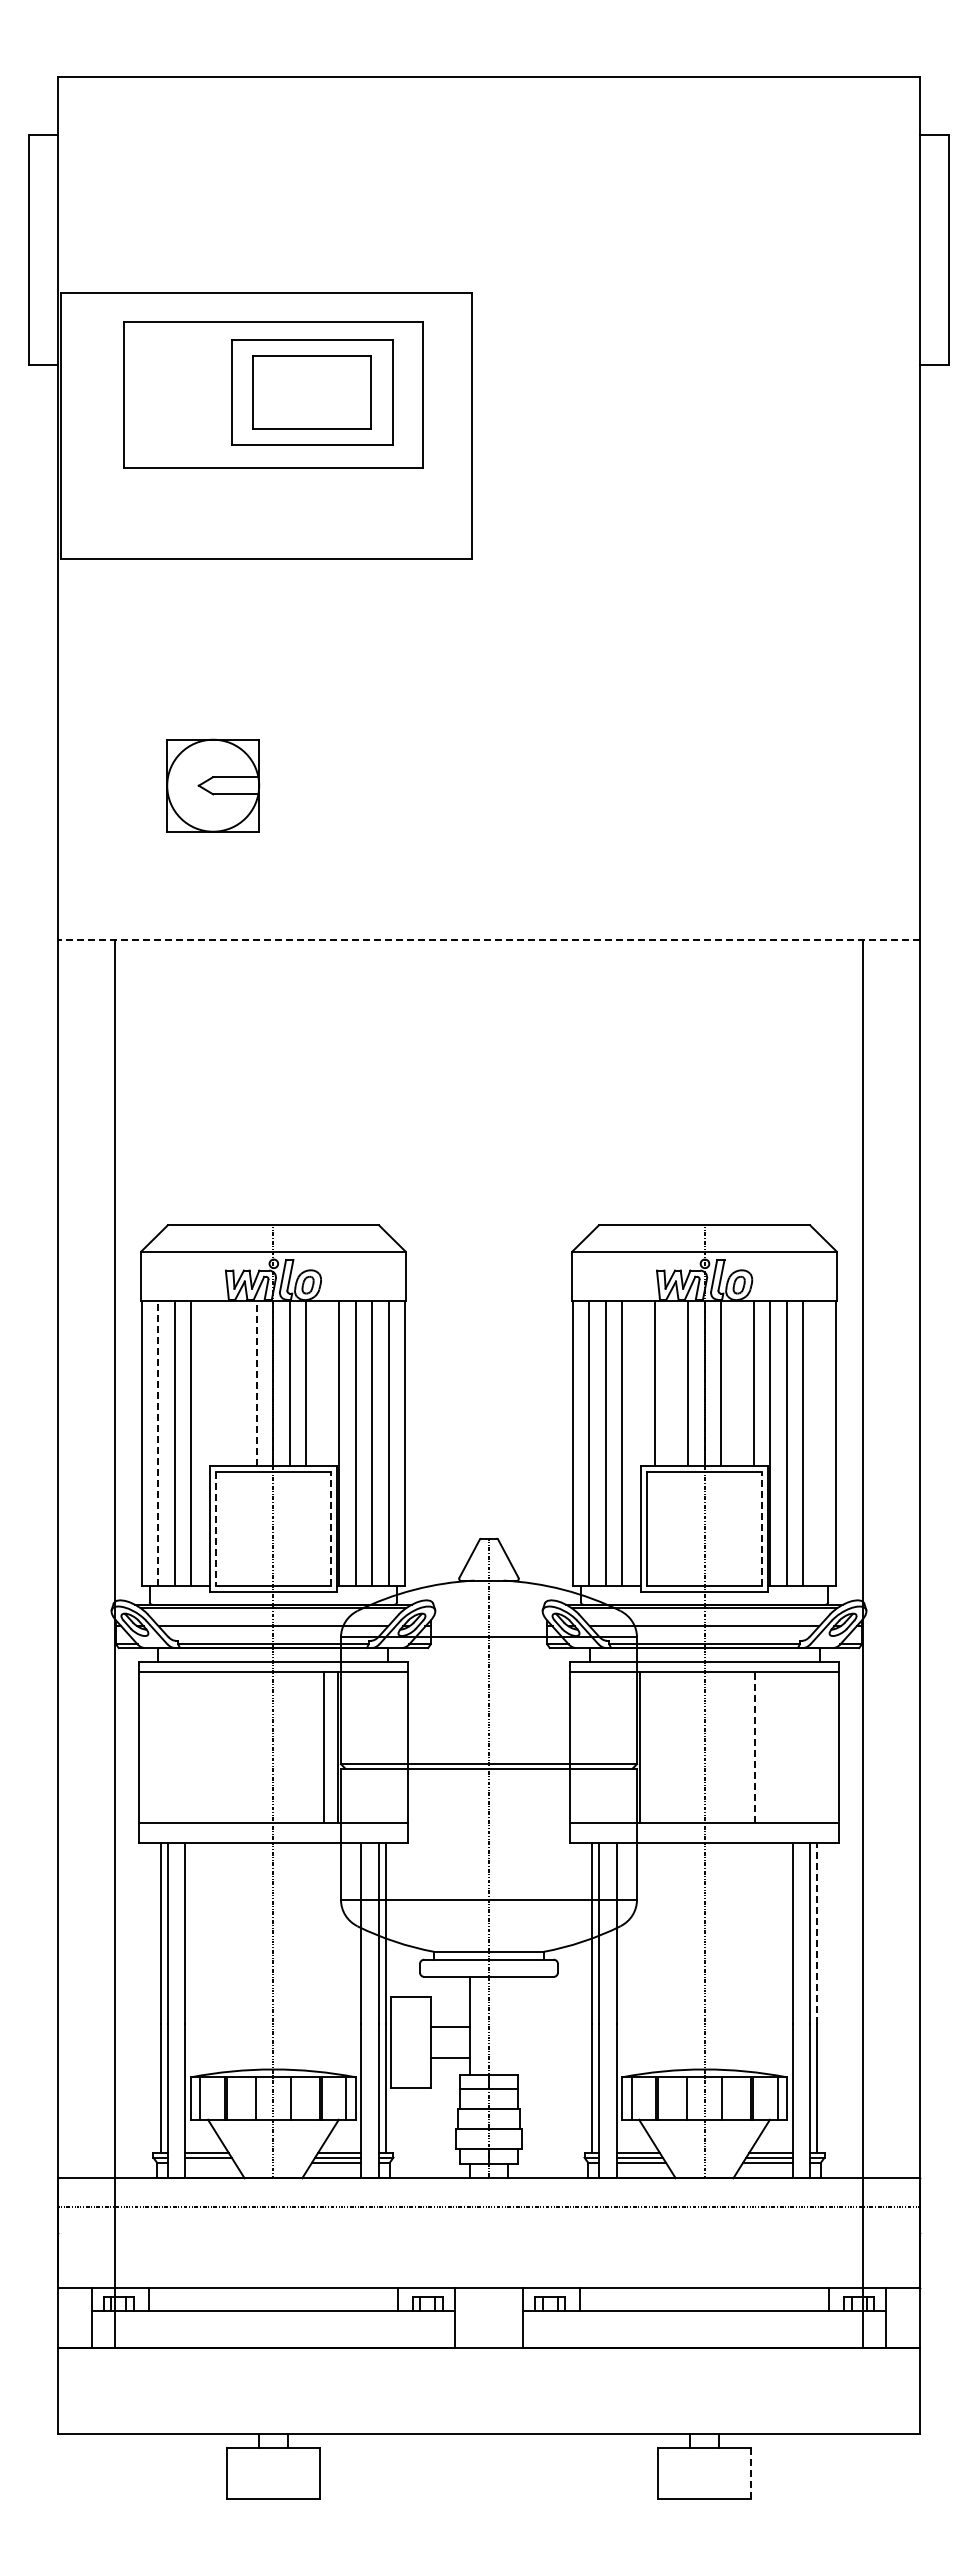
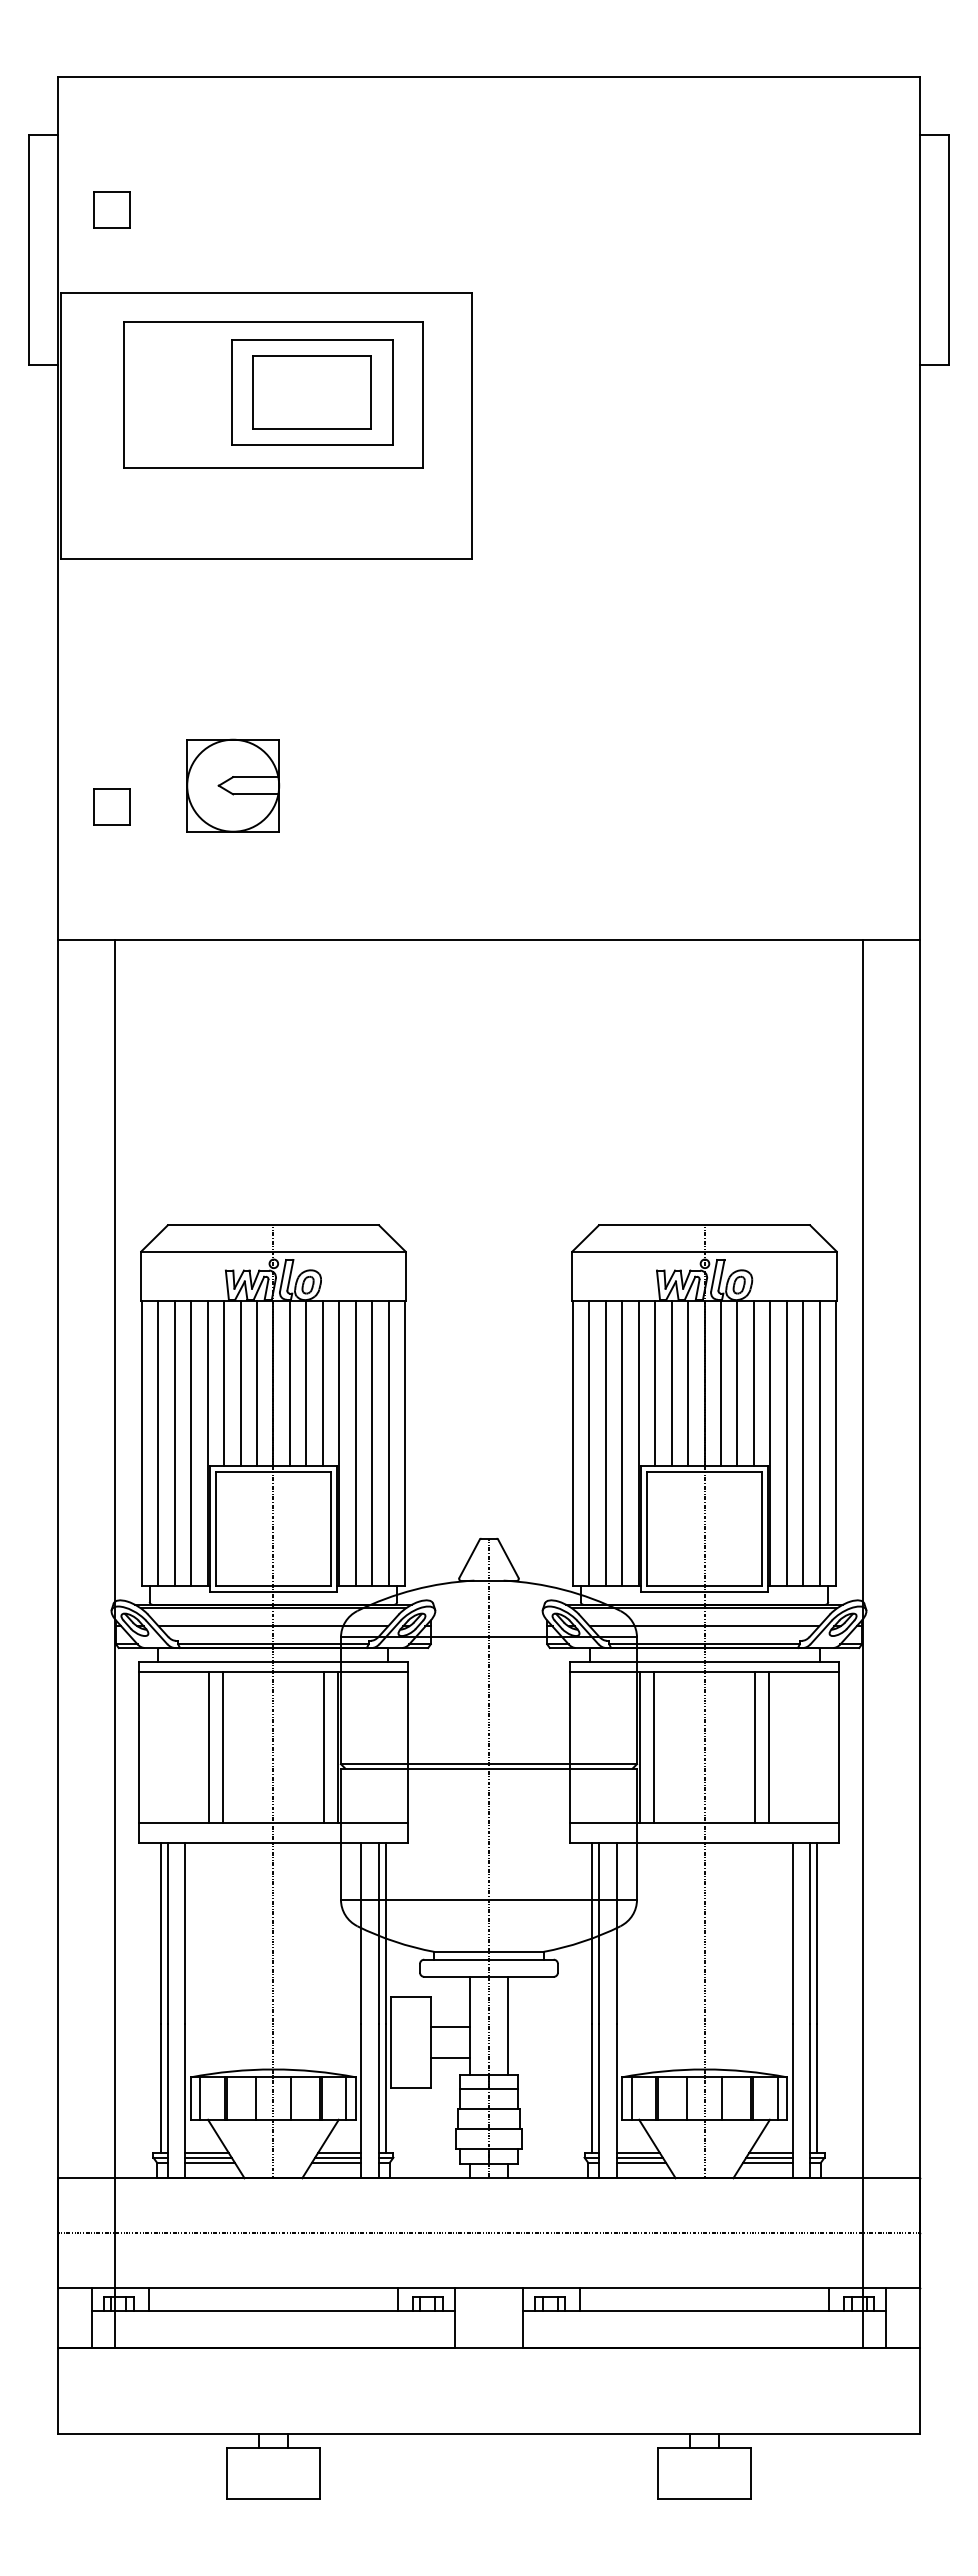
part at (111, 209): none -> present
part at (213, 785) position: (213, 785) -> (233, 785)
part at (111, 806): none -> present
line at (488, 939): dashed -> solid
line at (224, 1383): none -> present
line at (240, 1383): none -> present
line at (256, 1383): dashed -> solid
line at (322, 1383): none -> present
line at (671, 1383): none -> present
line at (737, 1383): none -> present
line at (158, 1443): dashed -> solid
line at (207, 1443): none -> present
line at (638, 1443): none -> present
line at (819, 1443): none -> present
line at (215, 1528): dashed -> solid
line at (330, 1528): dashed -> solid
line at (762, 1528): dashed -> solid
line at (208, 1747): none -> present
line at (223, 1747): none -> present
line at (654, 1747): none -> present
line at (754, 1747): dashed -> solid
line at (769, 1747): none -> present
line at (817, 1933): dashed -> solid
line at (508, 2025): none -> present
line at (209, 2162): none -> present
line at (488, 2206) position: (488, 2206) -> (488, 2232)
line at (751, 2473): dashed -> solid
